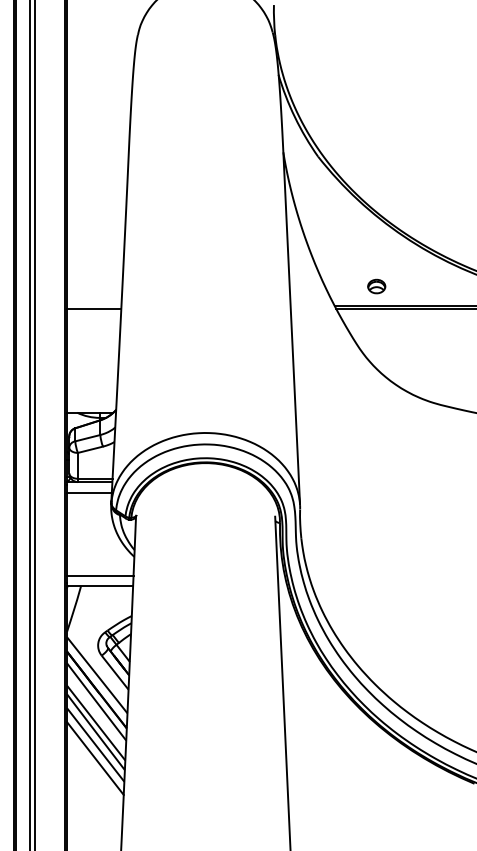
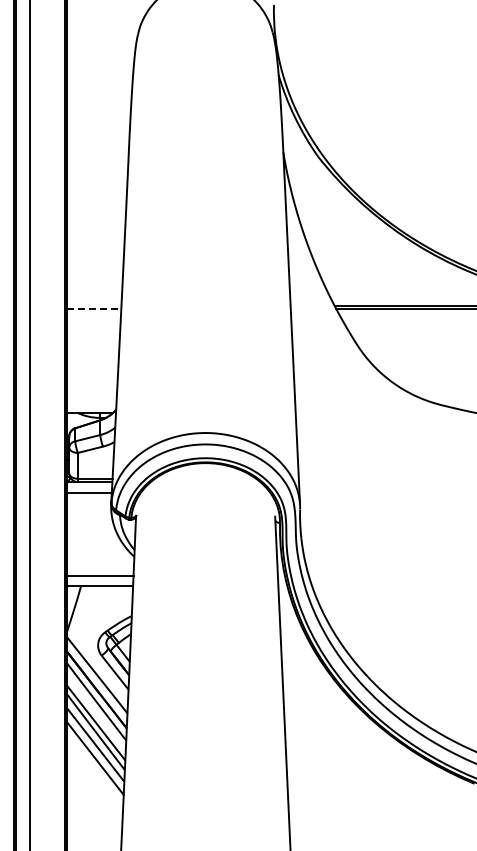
part at (376, 286): present -> none
line at (94, 308): solid -> dashed
line at (35, 424): present -> none
